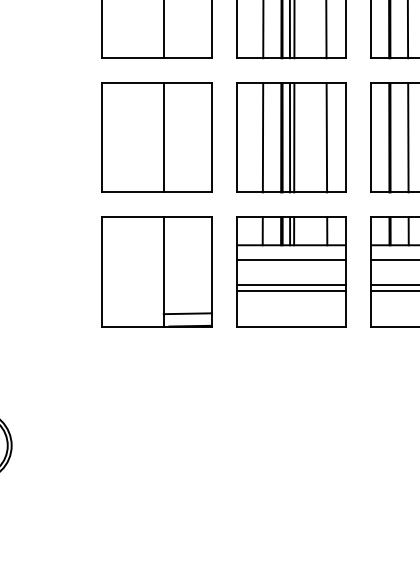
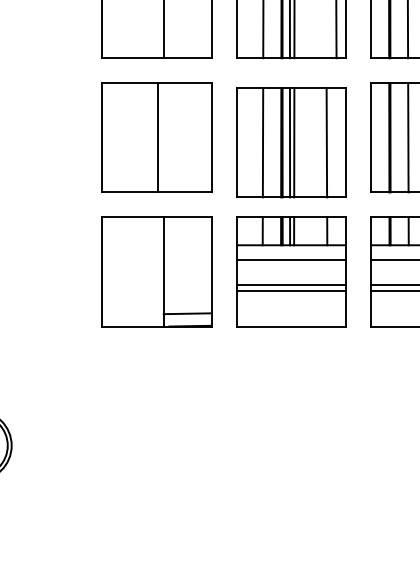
line at (326, 30) position: (326, 30) -> (336, 30)
line at (163, 137) position: (163, 137) -> (157, 137)
part at (291, 137) position: (291, 137) -> (291, 142)
